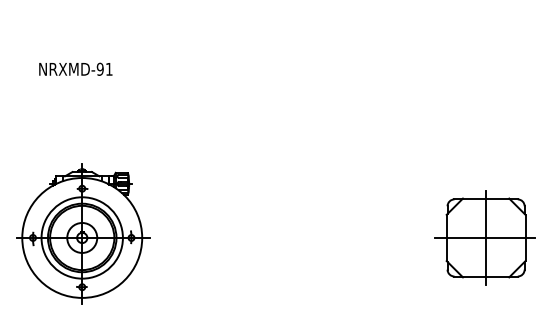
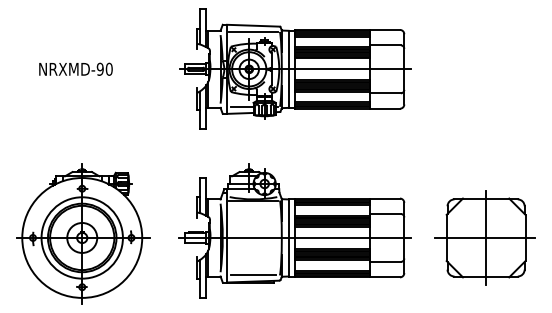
text at (108, 68): NRXMD-91 -> NRXMD-90
part at (295, 68): none -> present
part at (294, 230): none -> present
